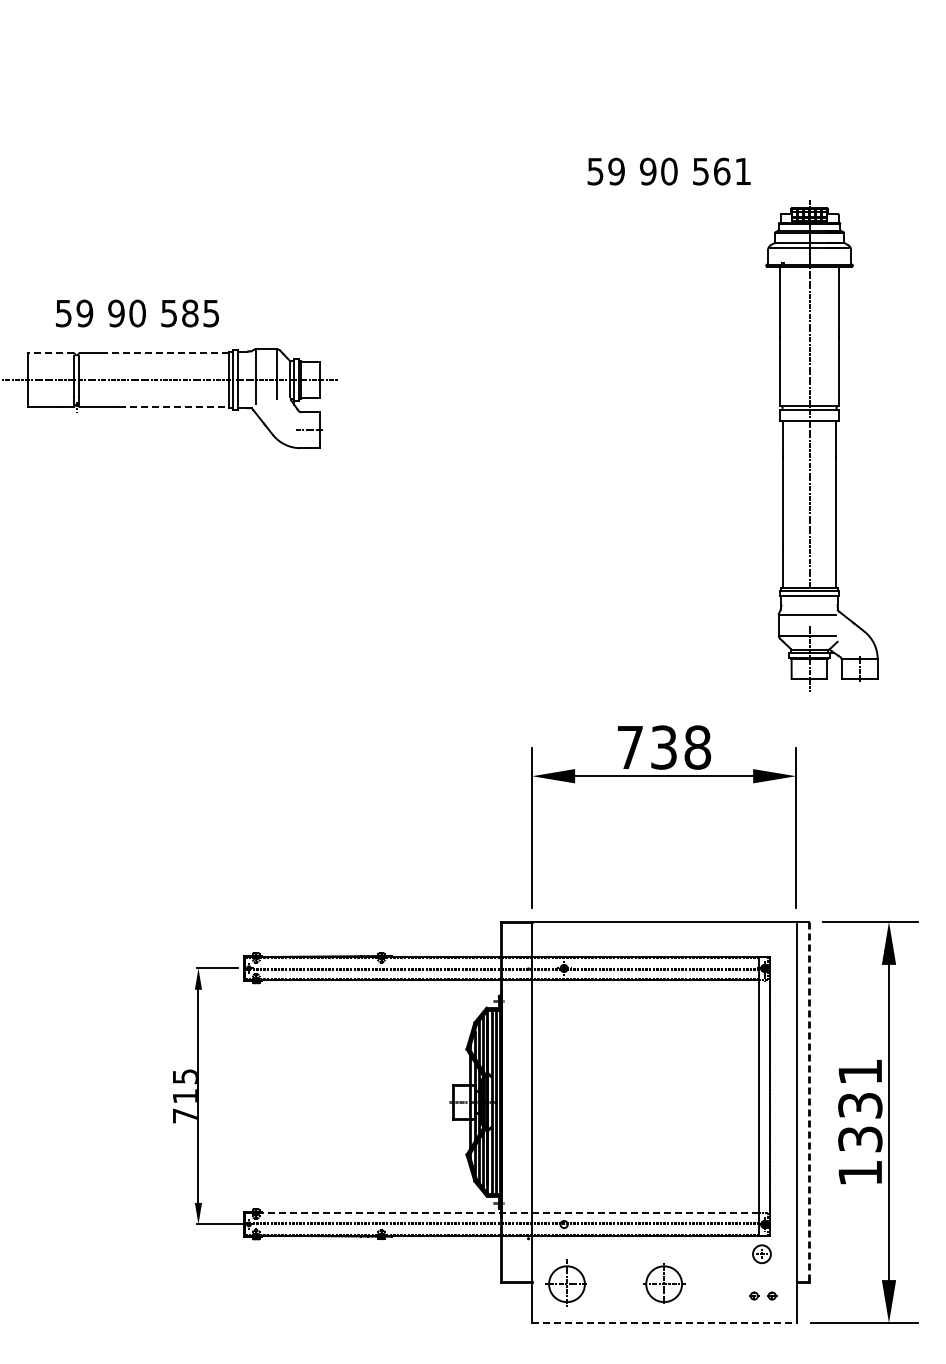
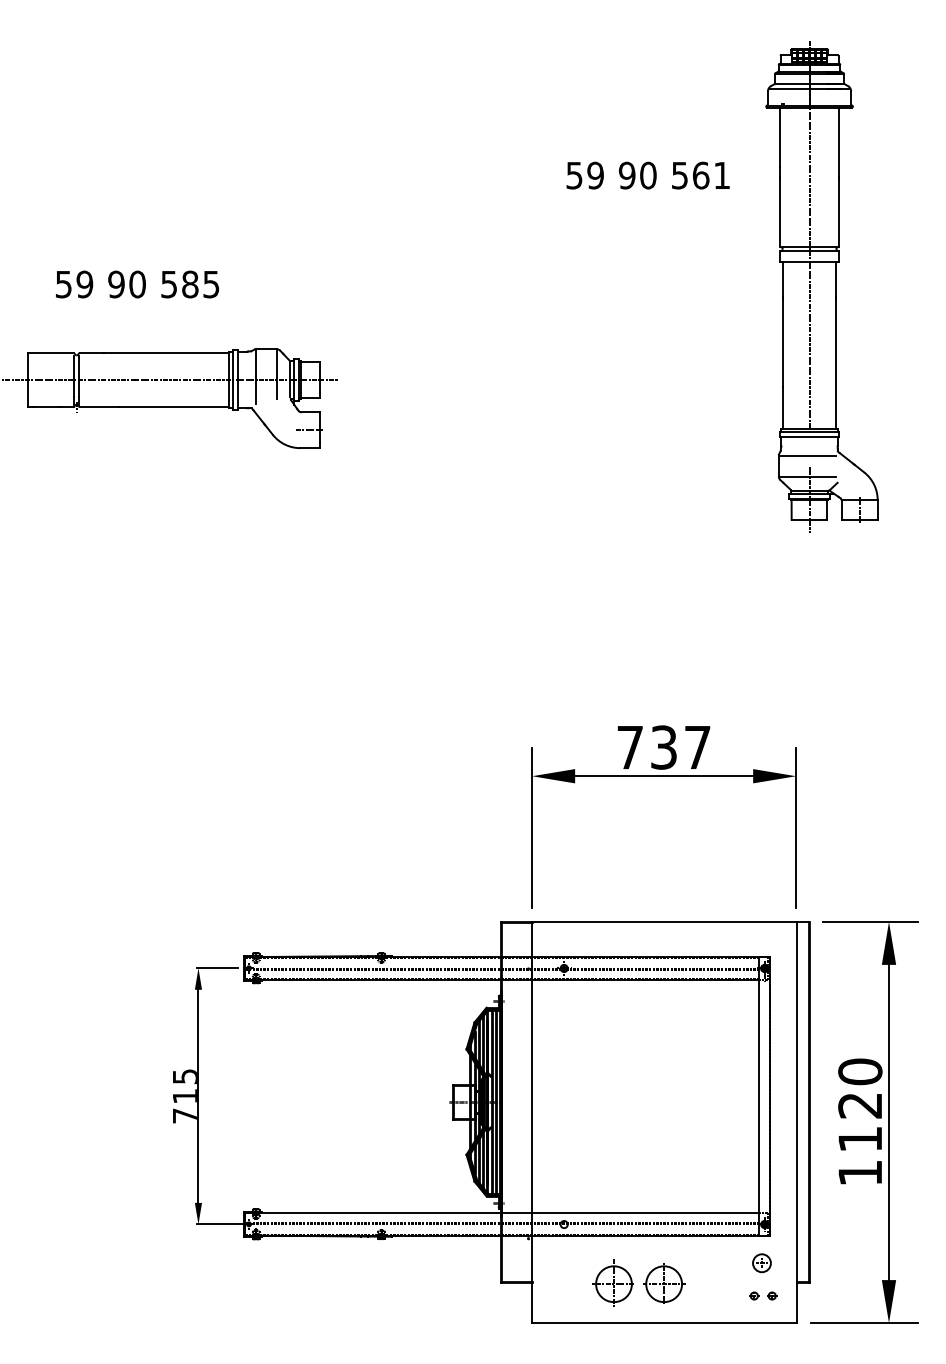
text at (668, 171) position: (668, 171) -> (647, 175)
text at (137, 313) position: (137, 313) -> (137, 284)
line at (51, 353): dashed -> solid
line at (166, 353): dashed -> solid
line at (174, 406): dashed -> solid
part at (821, 445) position: (821, 445) -> (821, 286)
text at (697, 747): 738 -> 737
line at (809, 1102): dashed -> solid
text at (860, 1105): 1331 -> 1120
line at (502, 1213): dashed -> solid
part at (761, 1254) position: (761, 1254) -> (761, 1263)
part at (565, 1282) position: (565, 1282) -> (612, 1282)
line at (664, 1323): dashed -> solid
